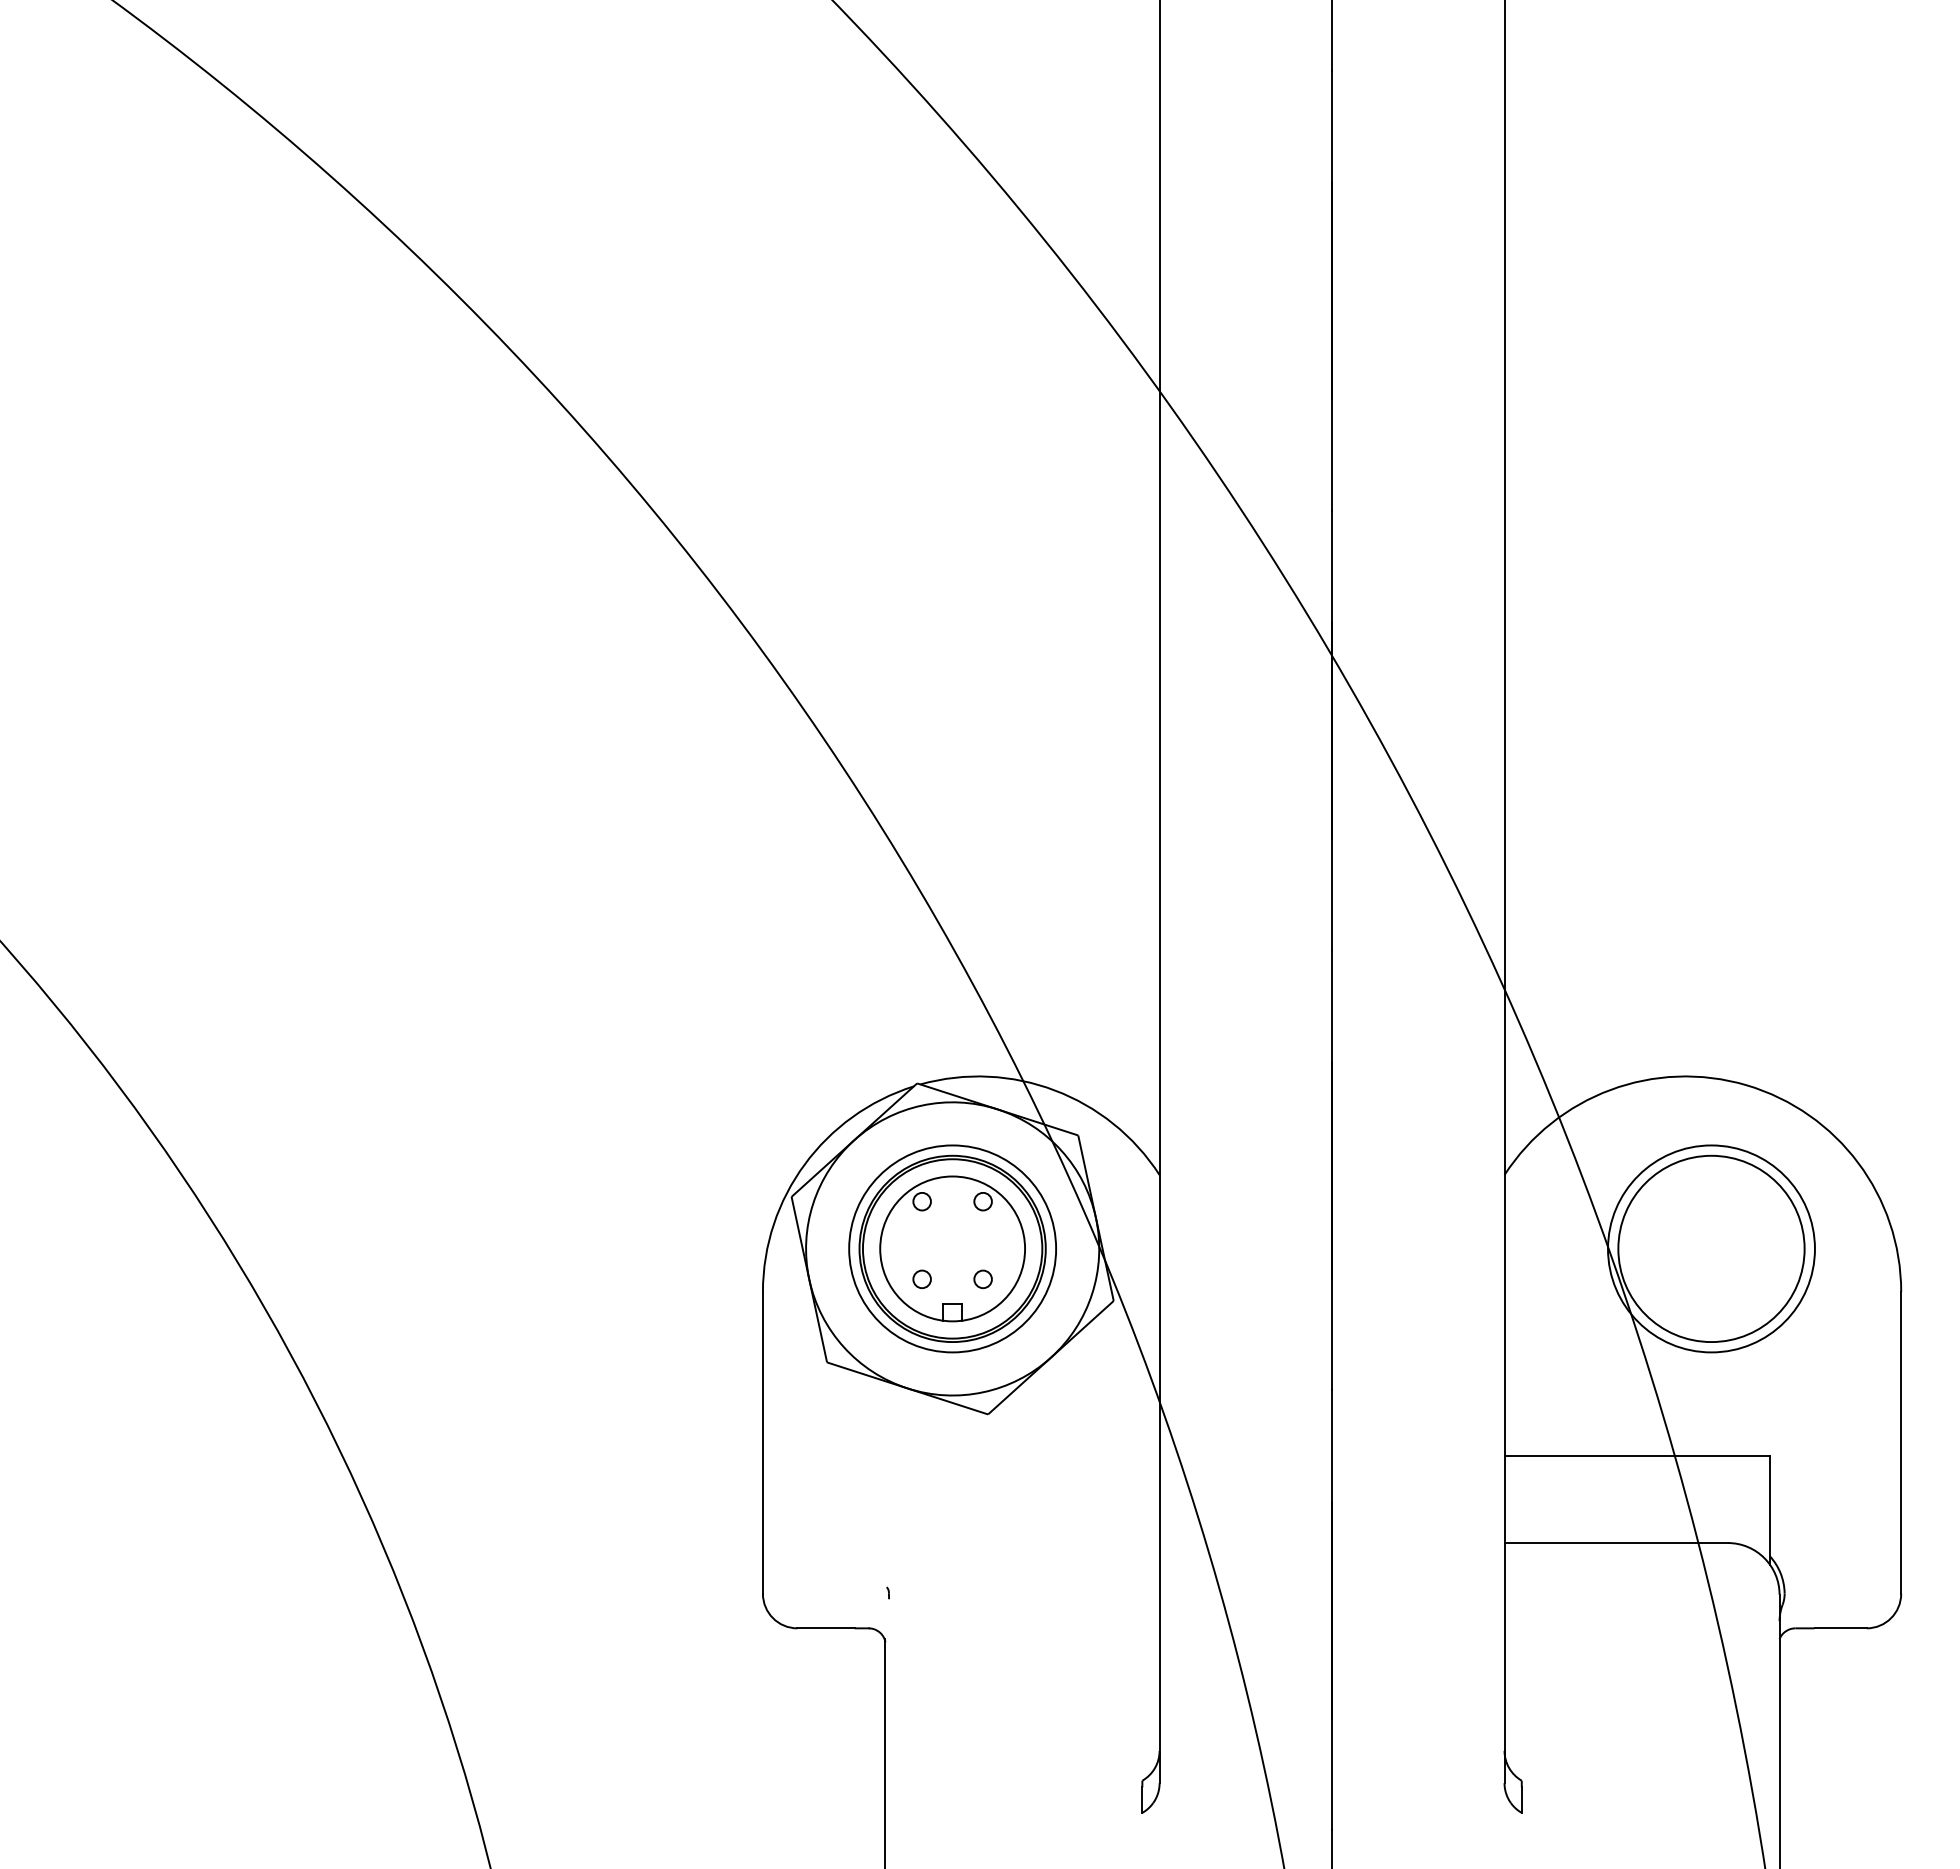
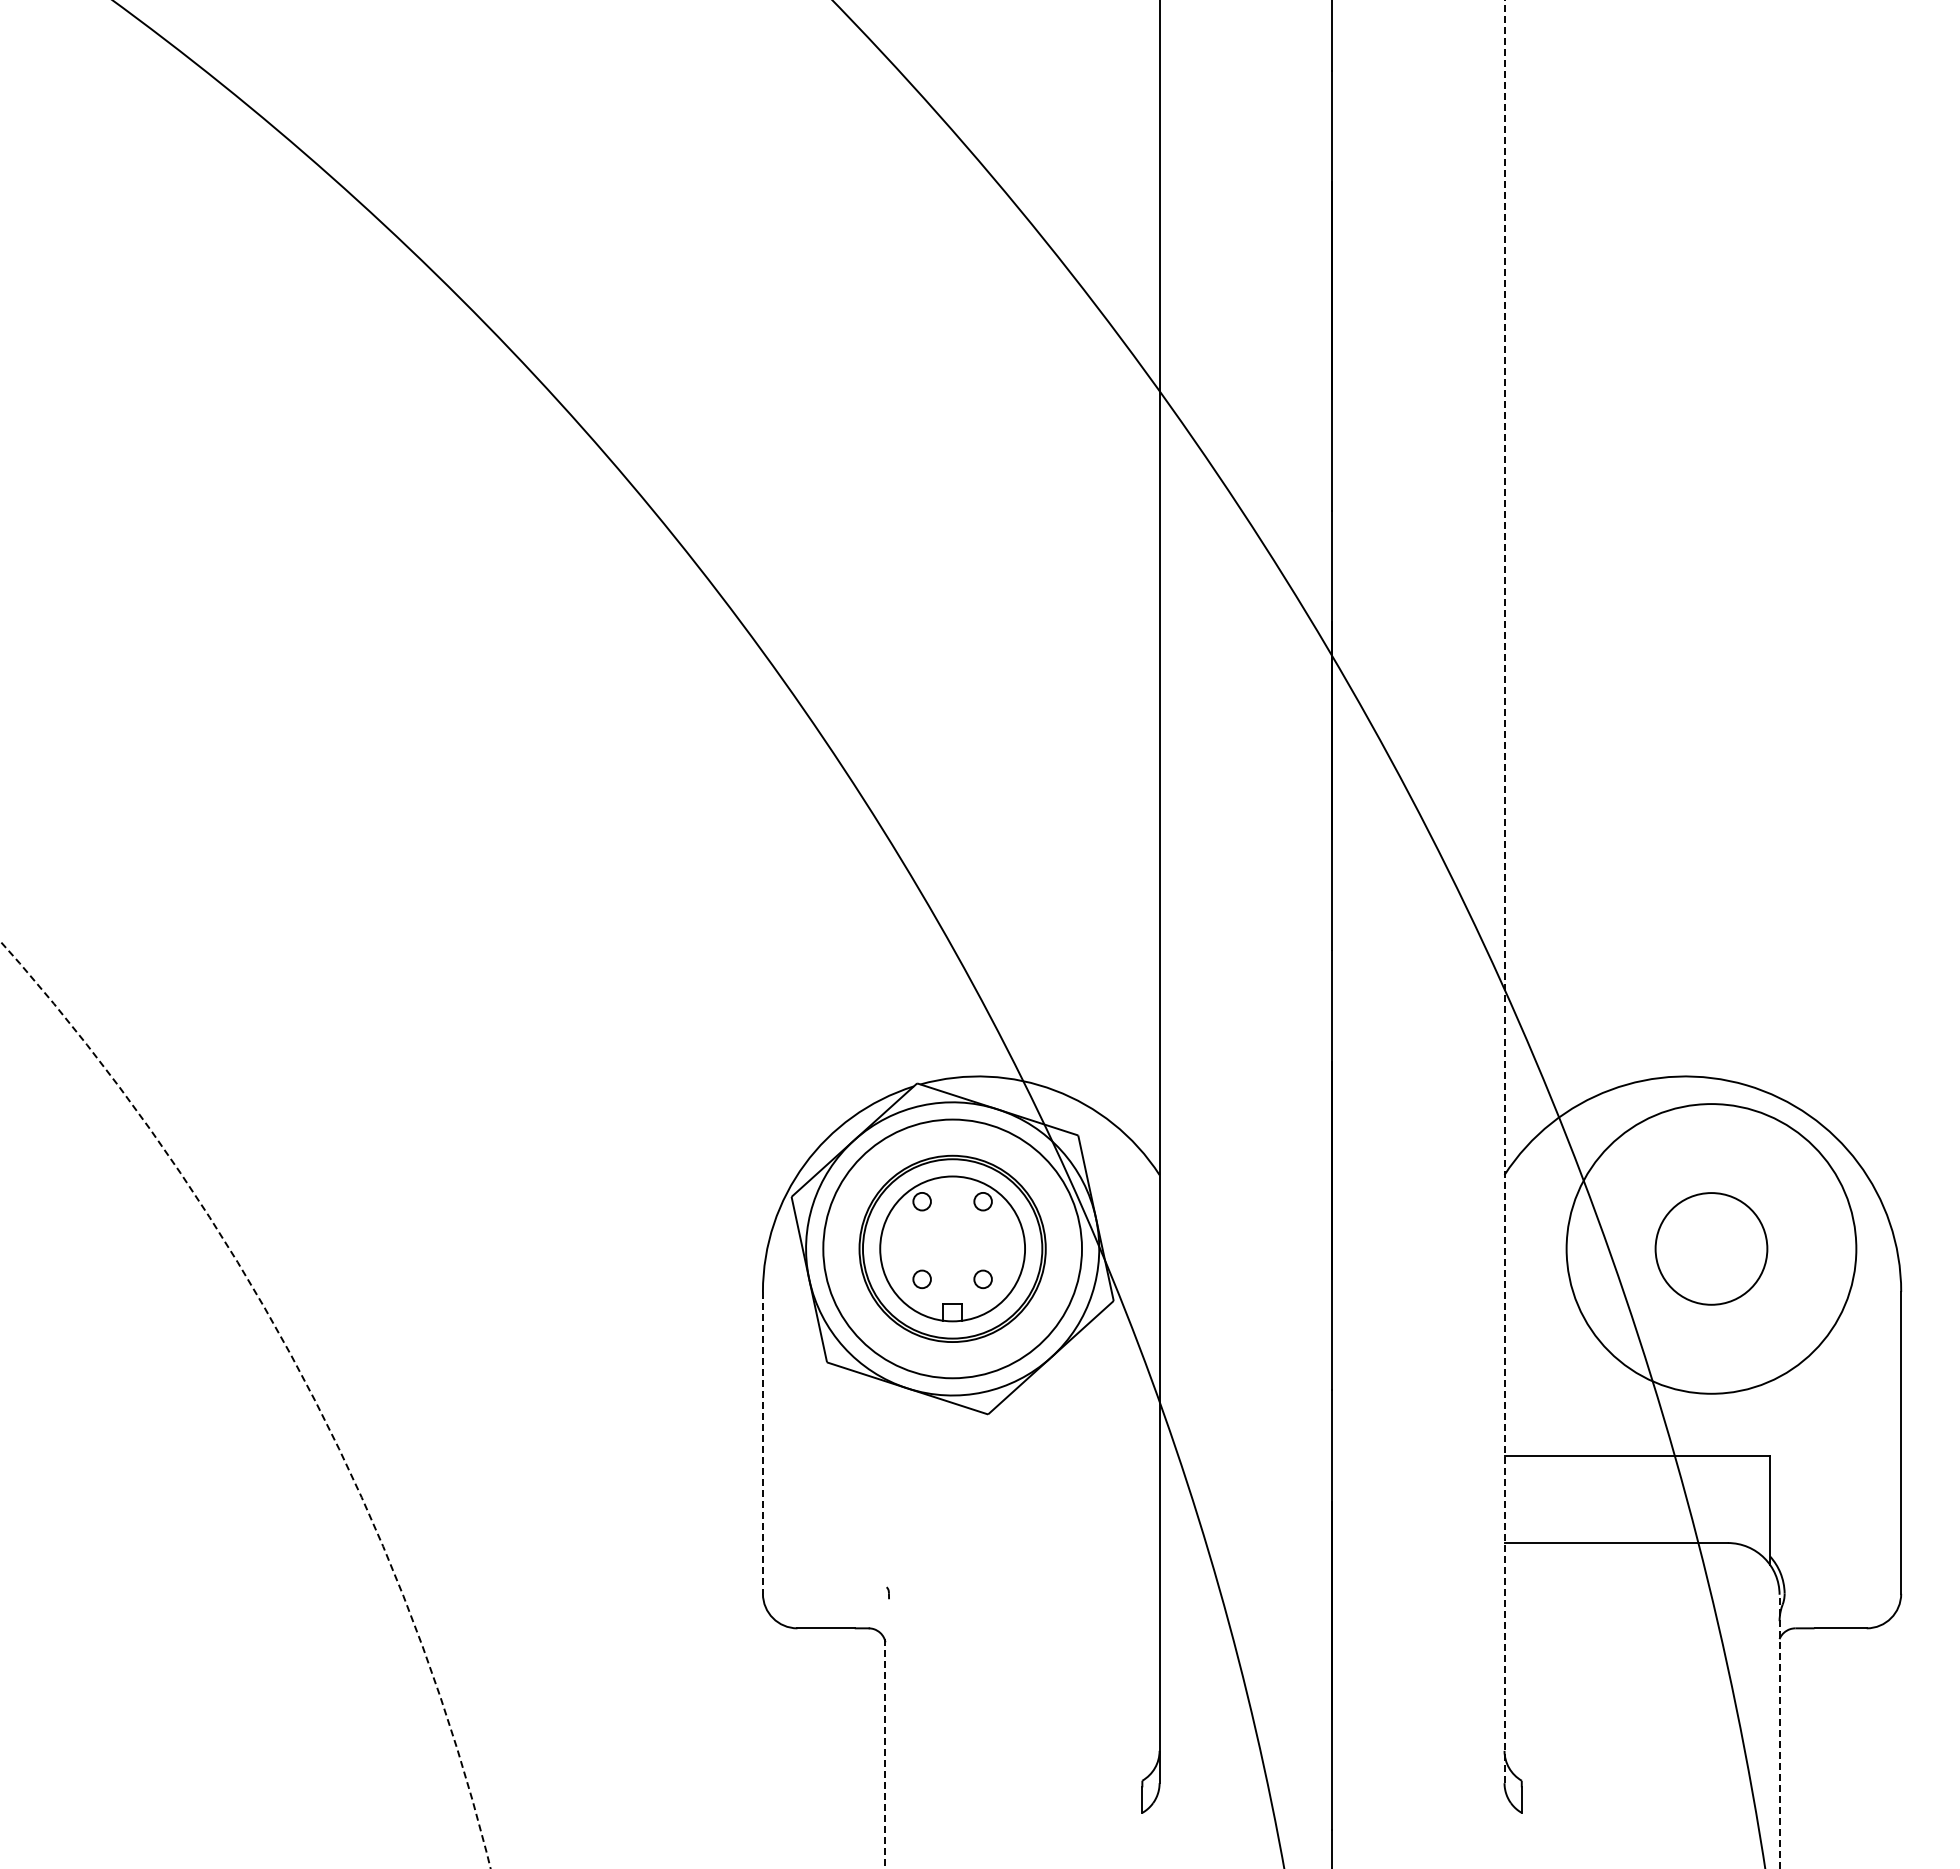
line at (1504, 891): solid -> dashed
circle at (952, 1248) diameter: 207 px -> 259 px
circle at (1711, 1248) diameter: 186 px -> 112 px
circle at (1711, 1248) diameter: 207 px -> 290 px
circle at (245, 1404): solid -> dashed
line at (762, 1442): solid -> dashed
line at (1779, 1731): solid -> dashed
line at (884, 1754): solid -> dashed
